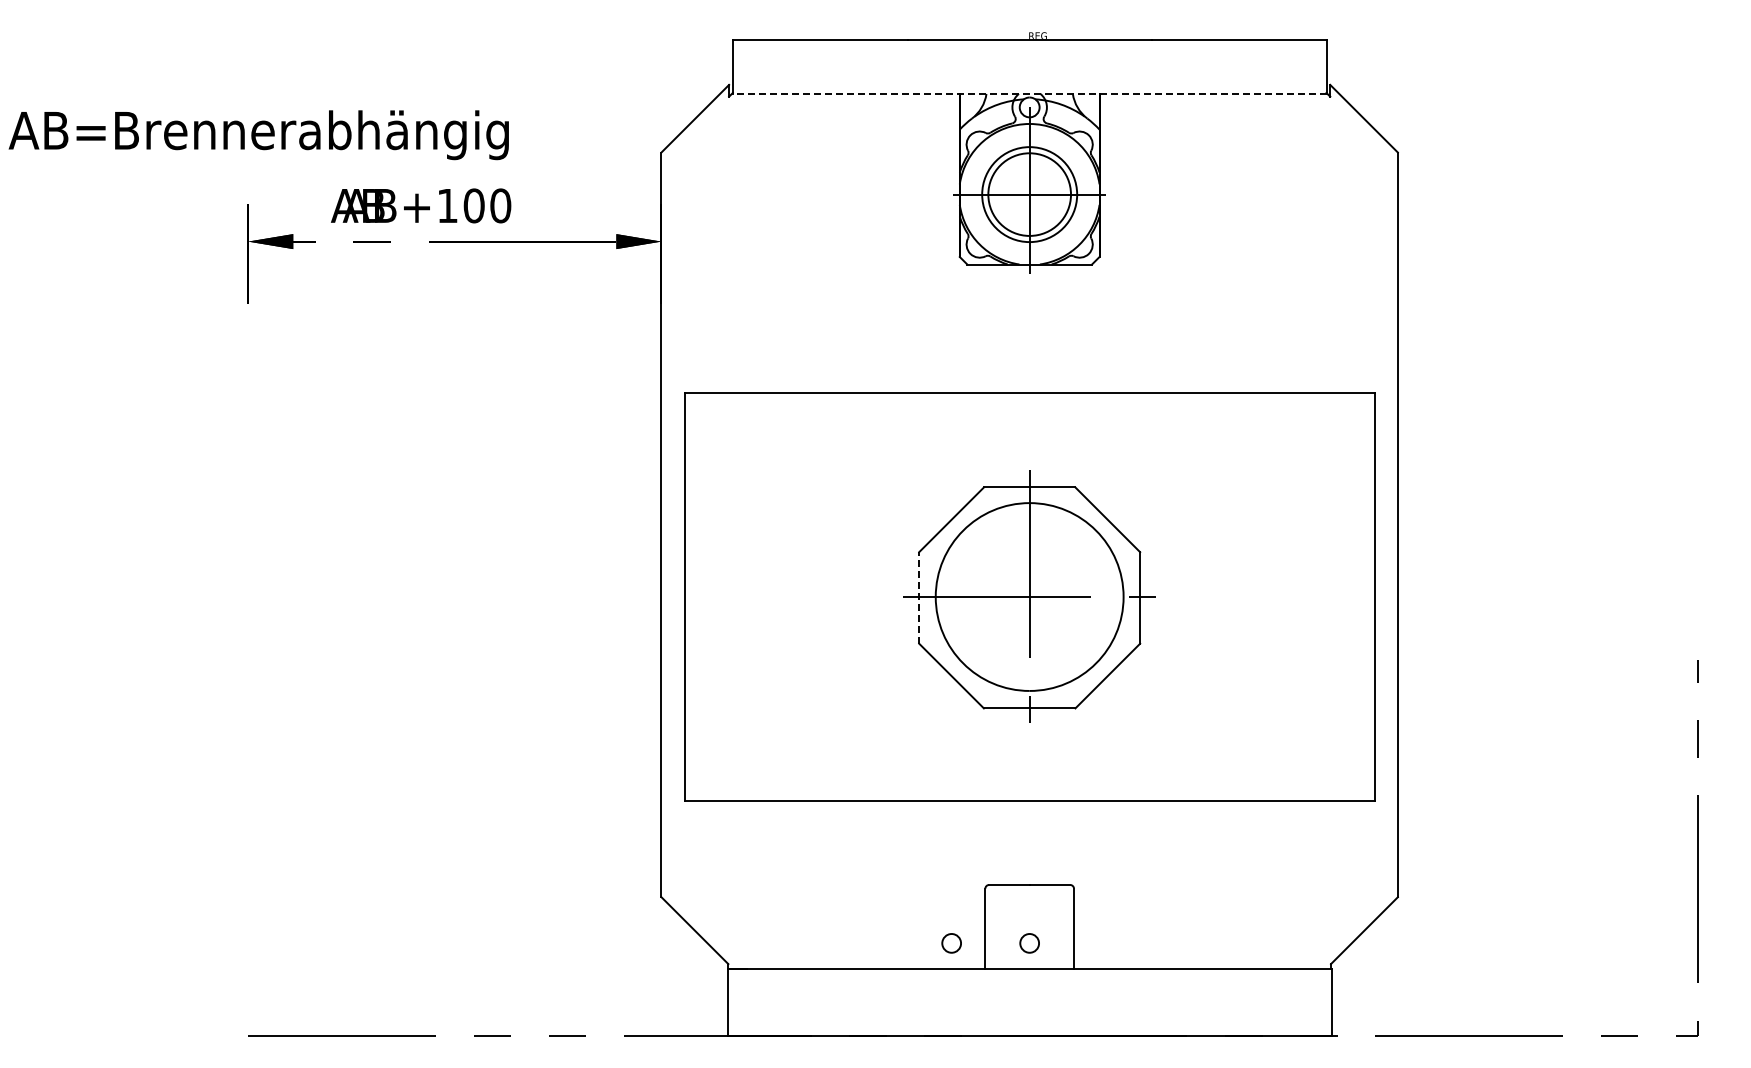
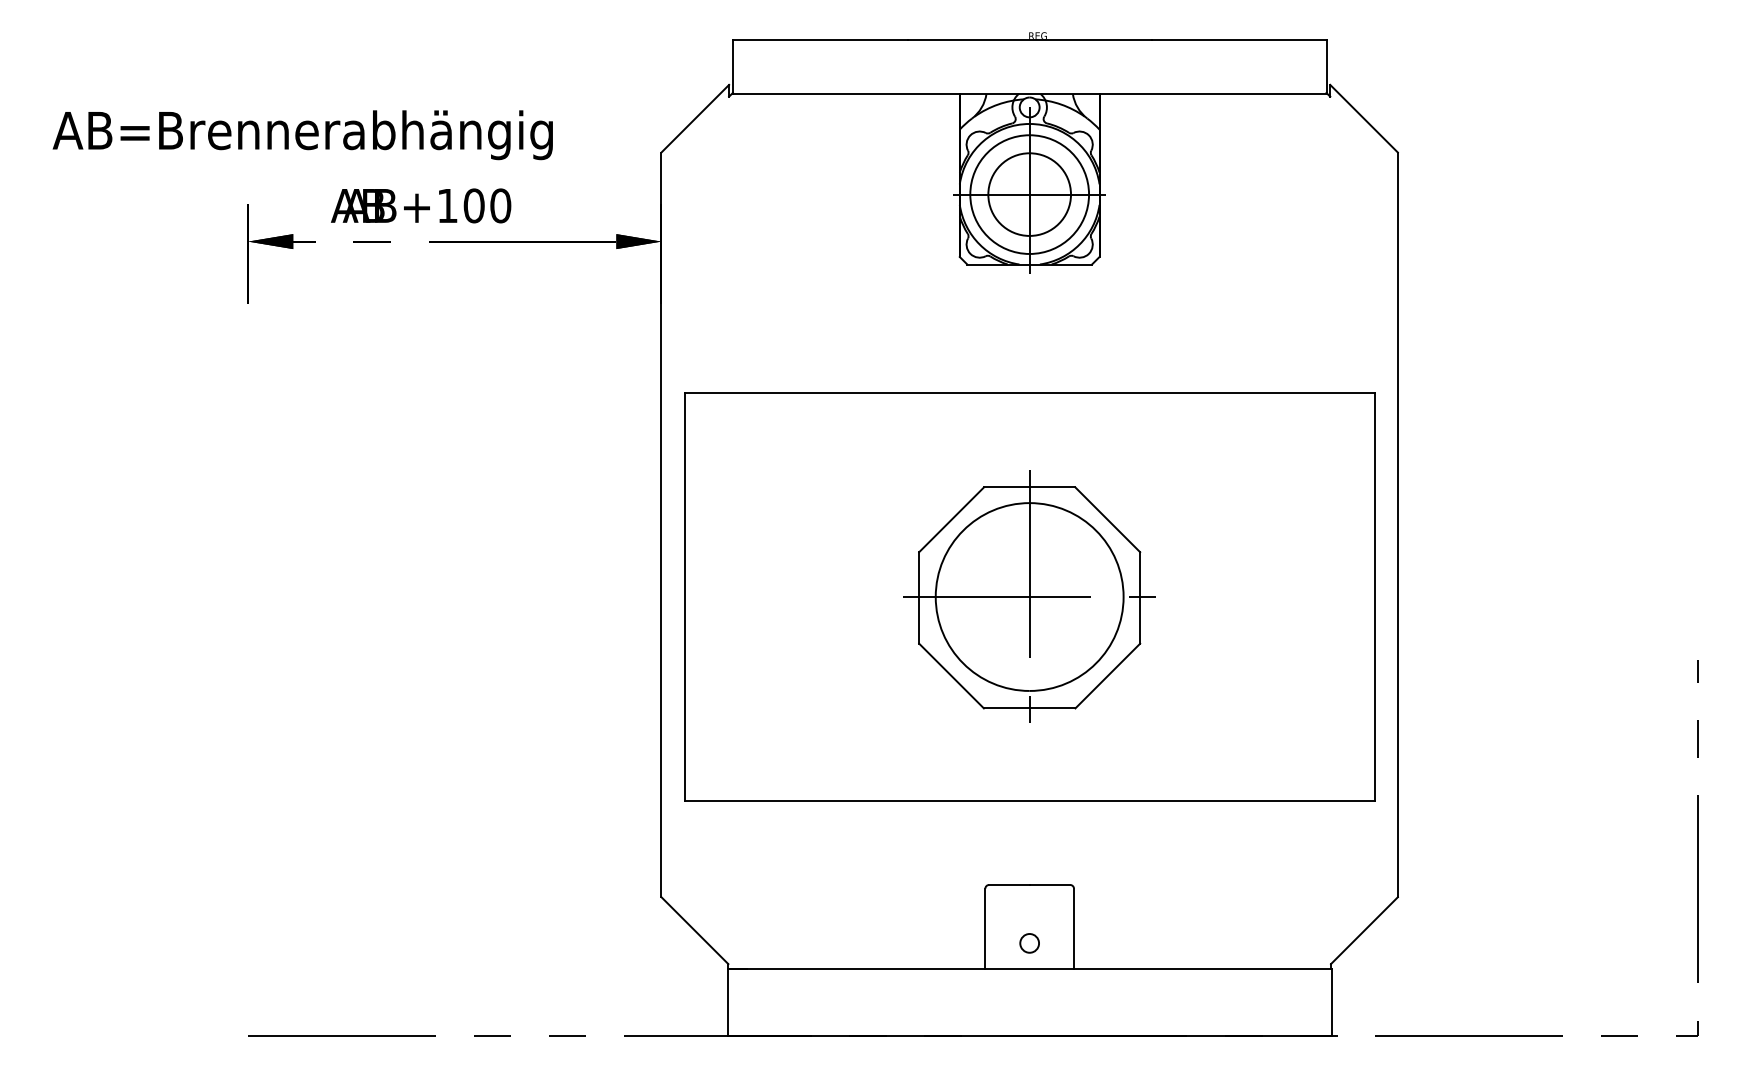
line at (1029, 93): dashed -> solid
text at (258, 135) position: (258, 135) -> (302, 135)
circle at (1029, 194) diameter: 95 px -> 119 px
line at (919, 597): dashed -> solid
circle at (951, 943): present -> none
